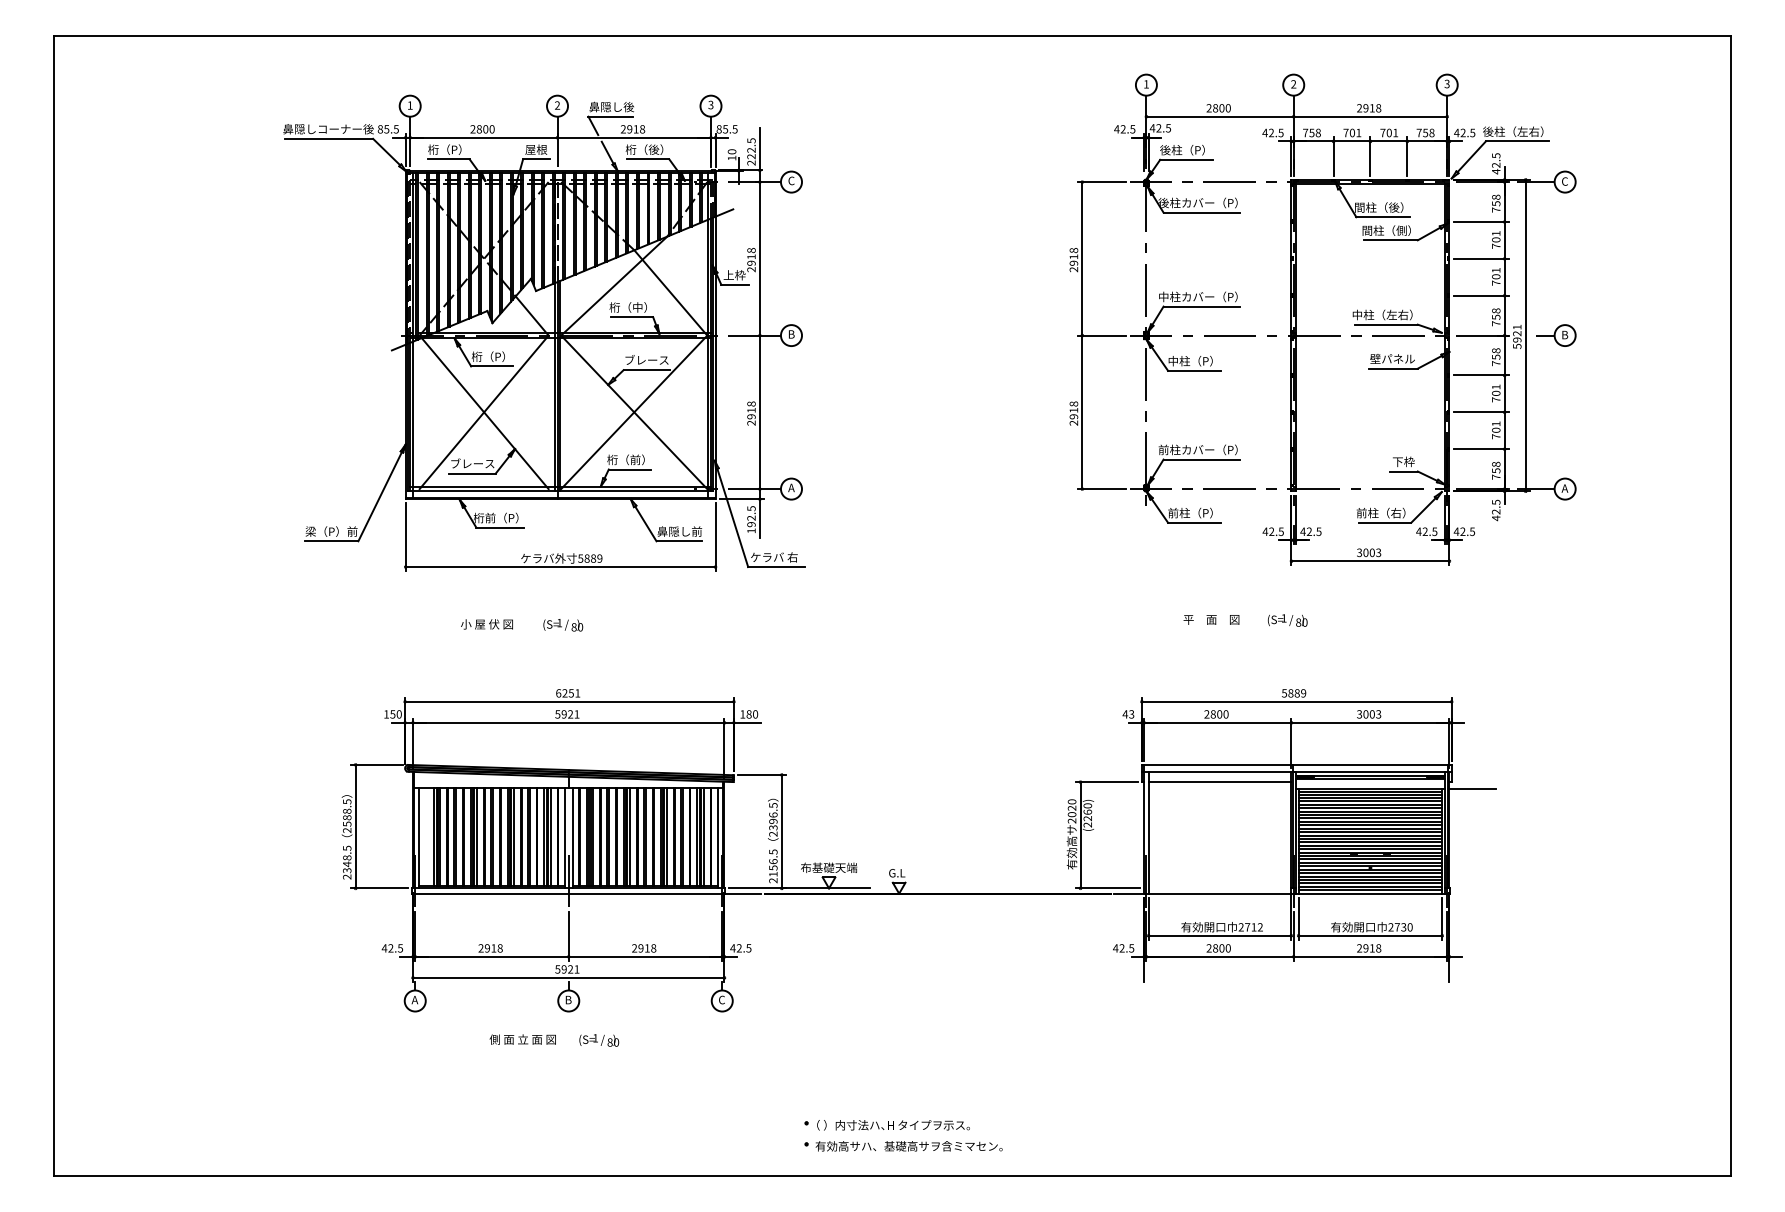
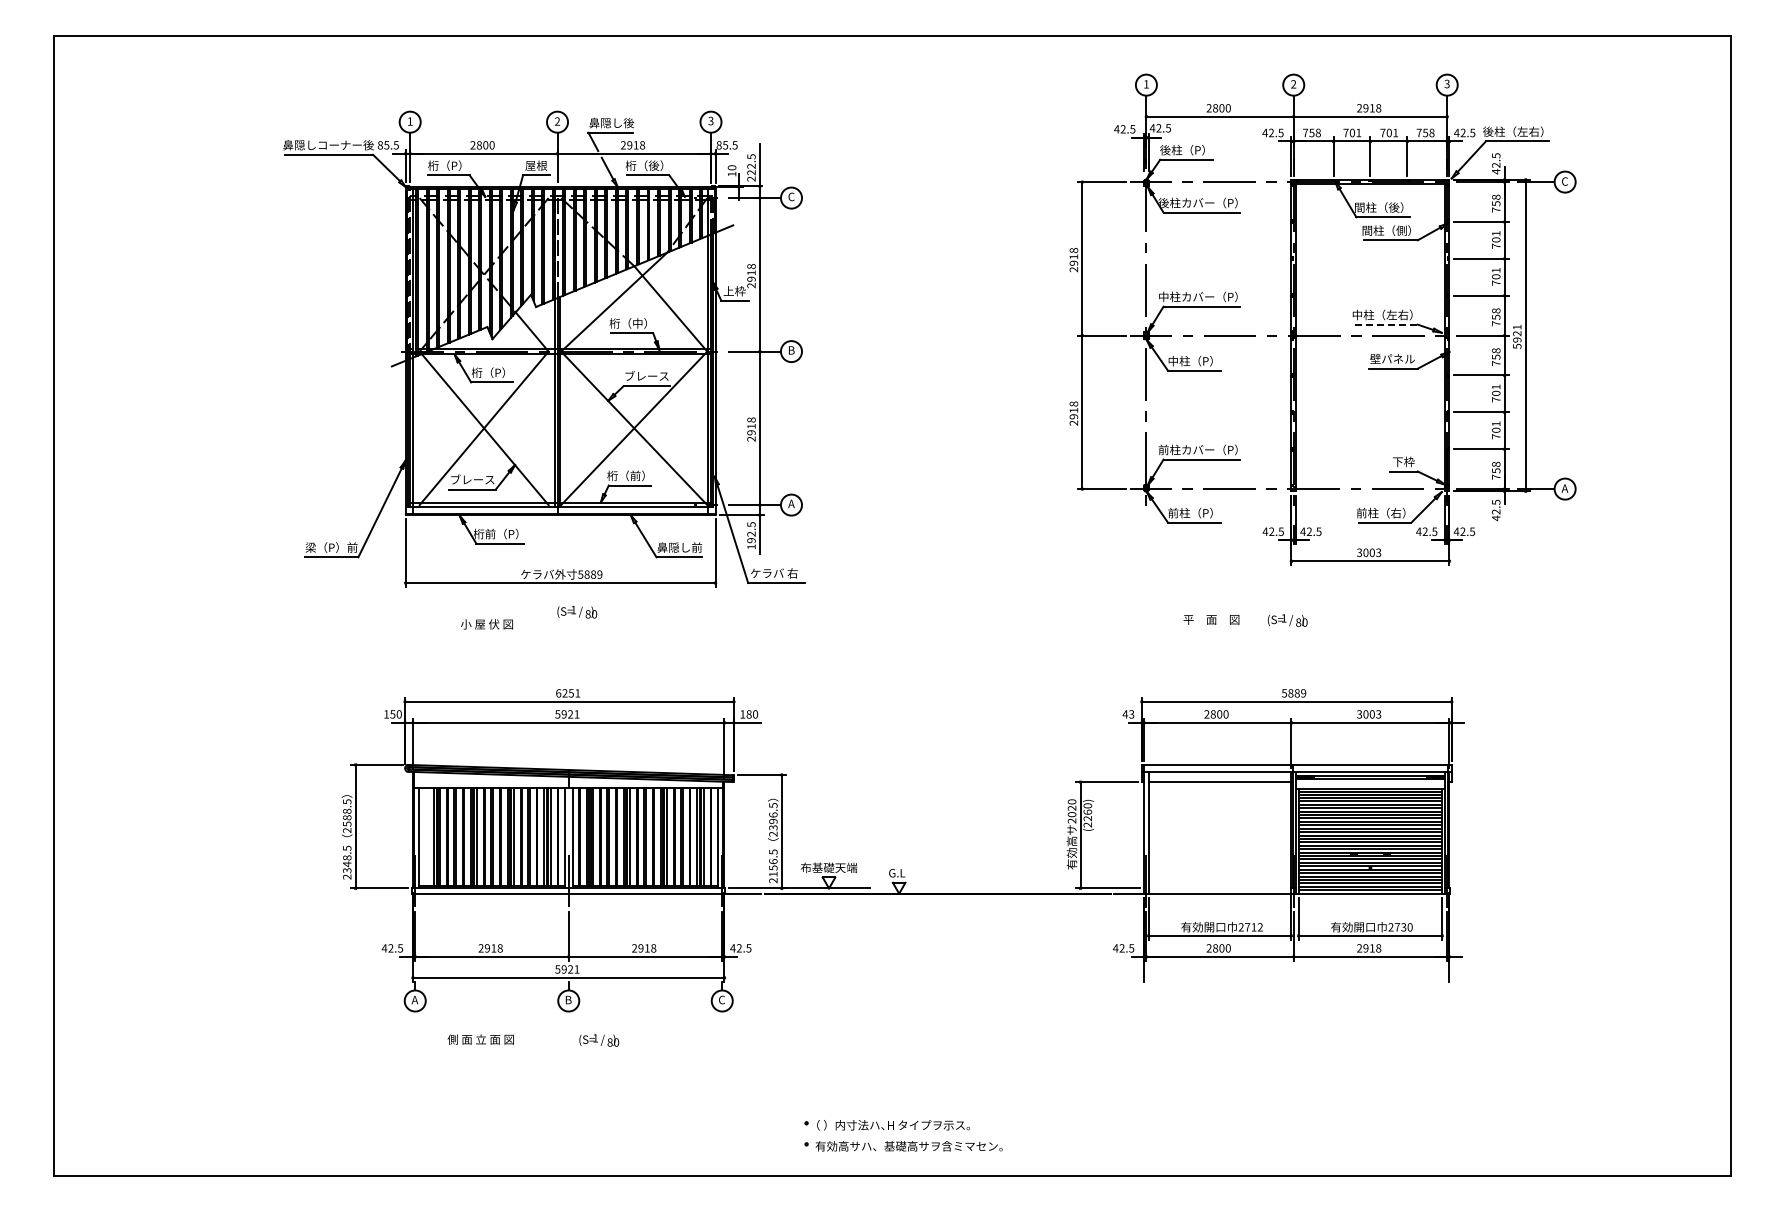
line at (1386, 324): solid -> dashed
part at (544, 332) position: (544, 332) -> (544, 348)
part at (1556, 335): present -> none
text at (563, 625) position: (563, 625) -> (577, 612)
line at (1472, 788): present -> none
text at (522, 1039) position: (522, 1039) -> (480, 1039)
